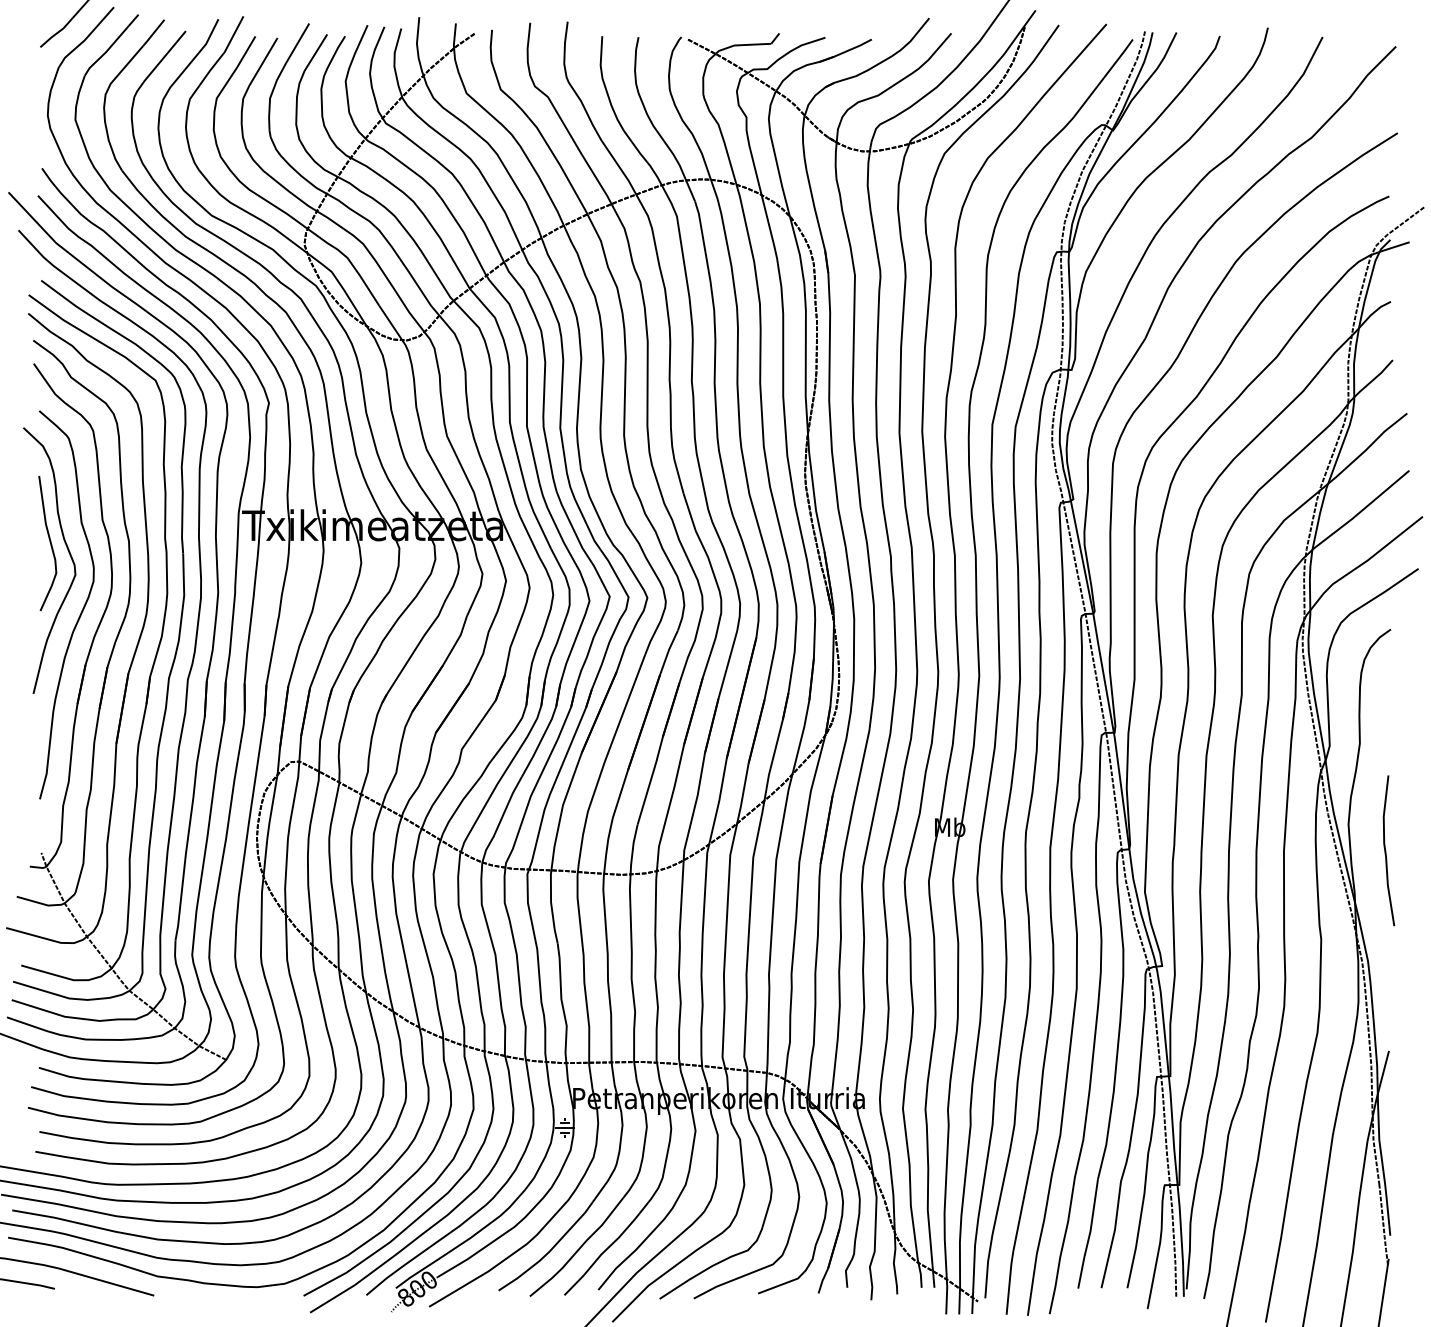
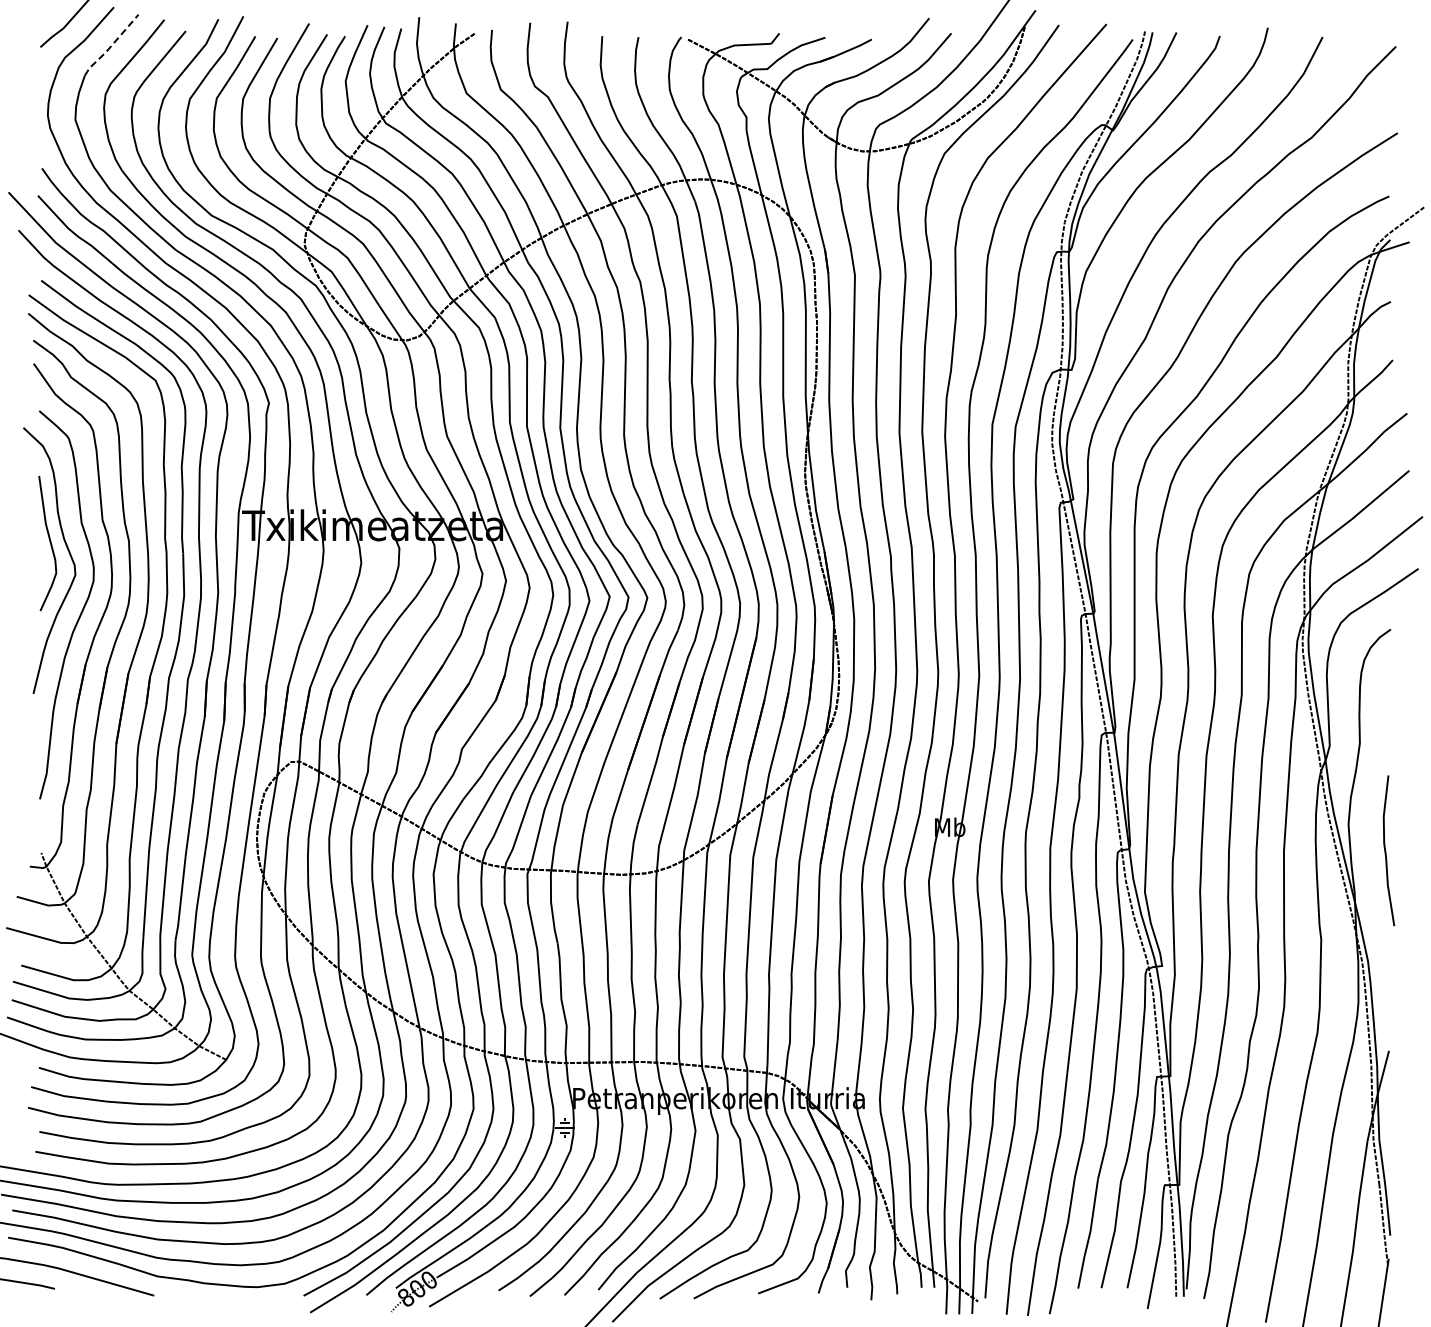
line at (111, 46): solid -> dashed
